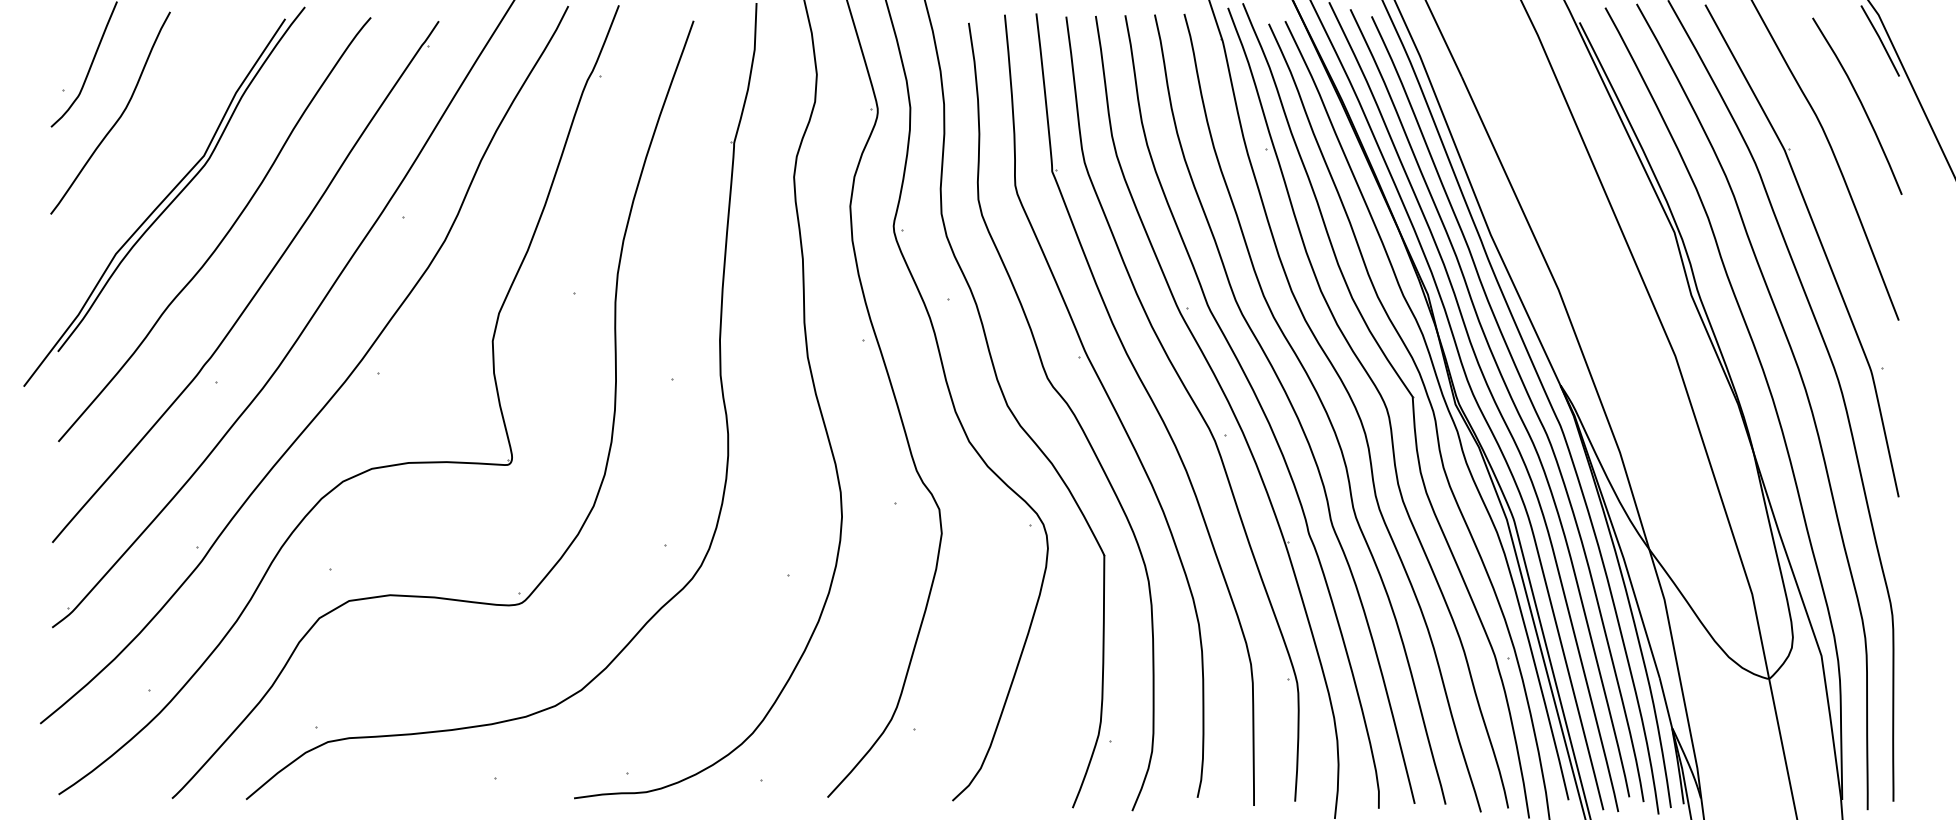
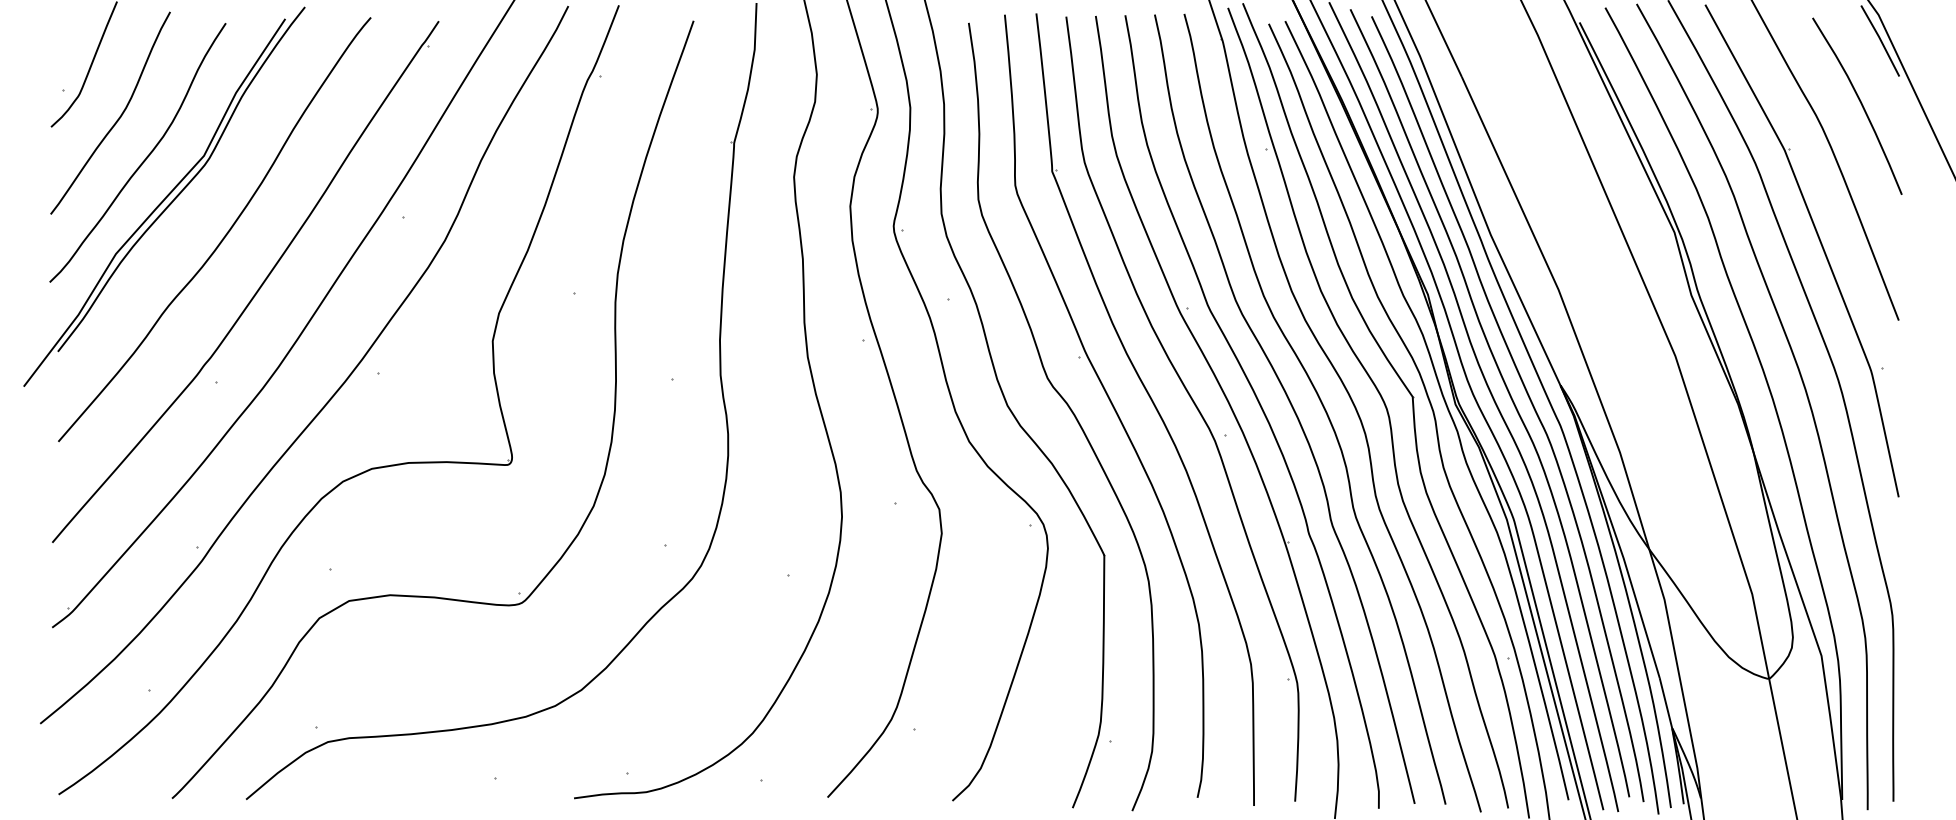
curve at (146, 156): none -> present
